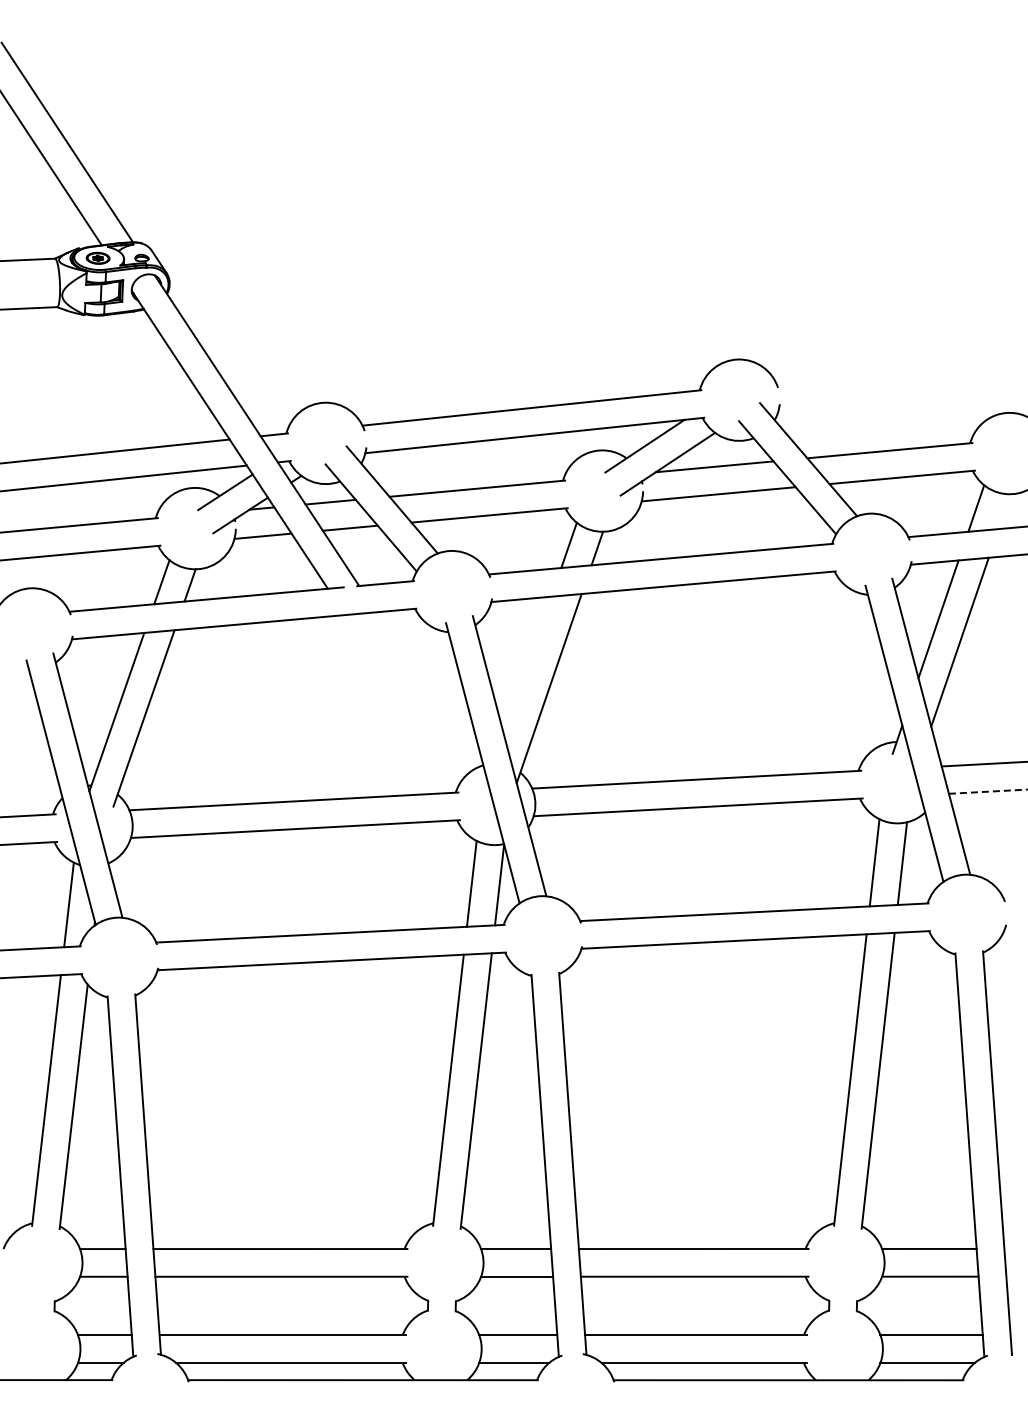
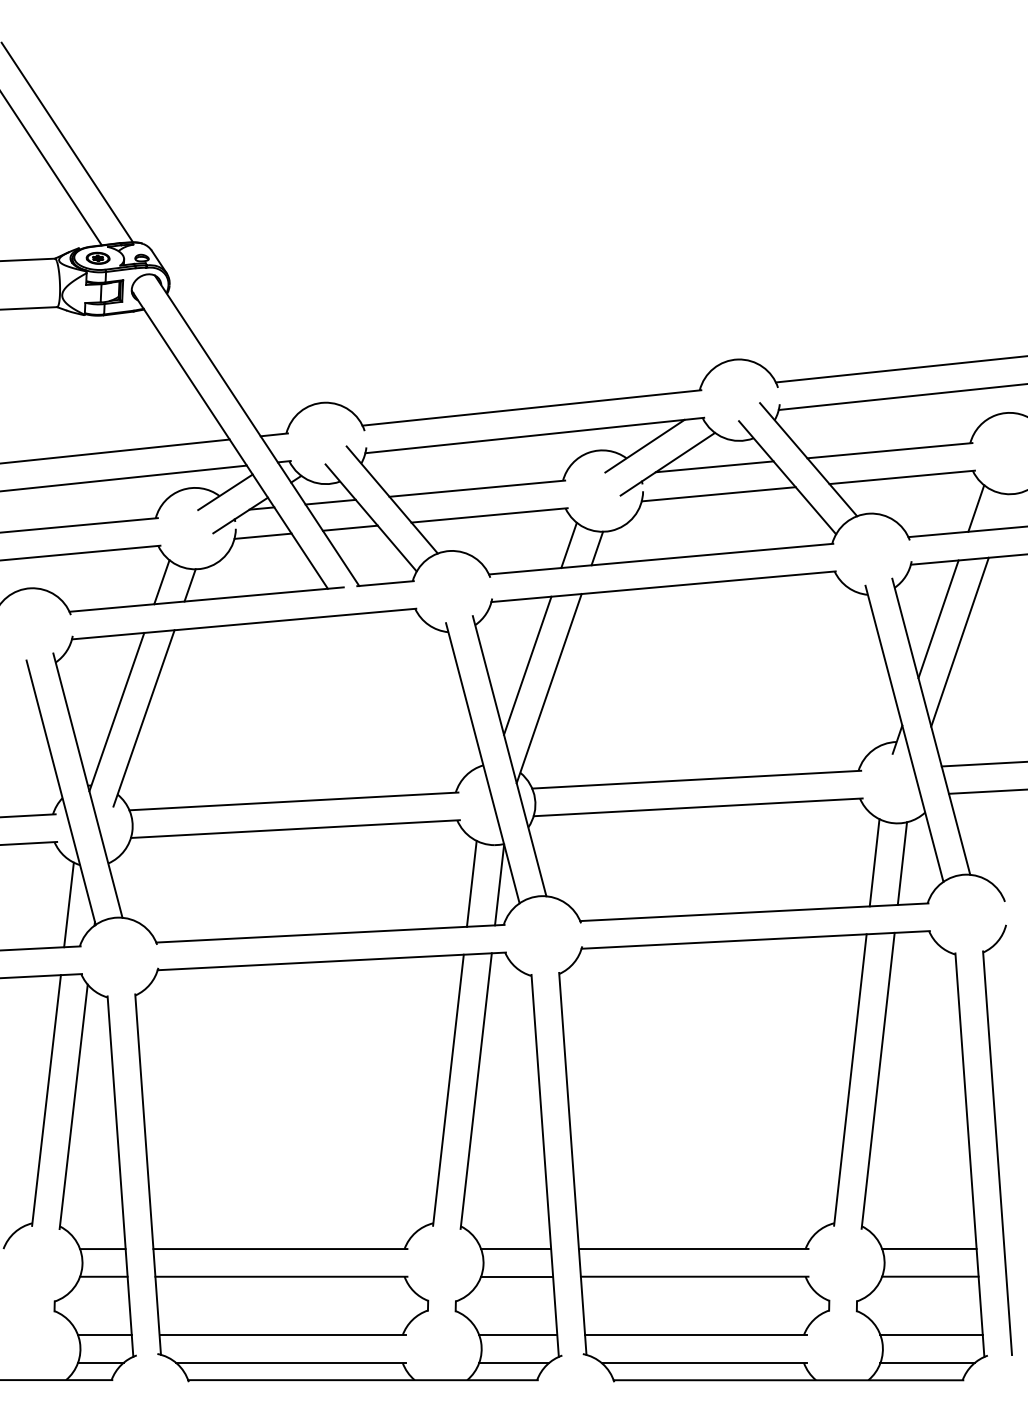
line at (899, 369): none -> present
line at (901, 397): none -> present
line at (527, 665): none -> present
line at (988, 791): dashed -> solid
